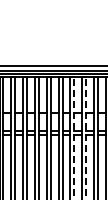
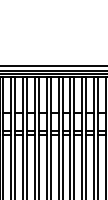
line at (74, 138): dashed -> solid
line at (86, 138): dashed -> solid
